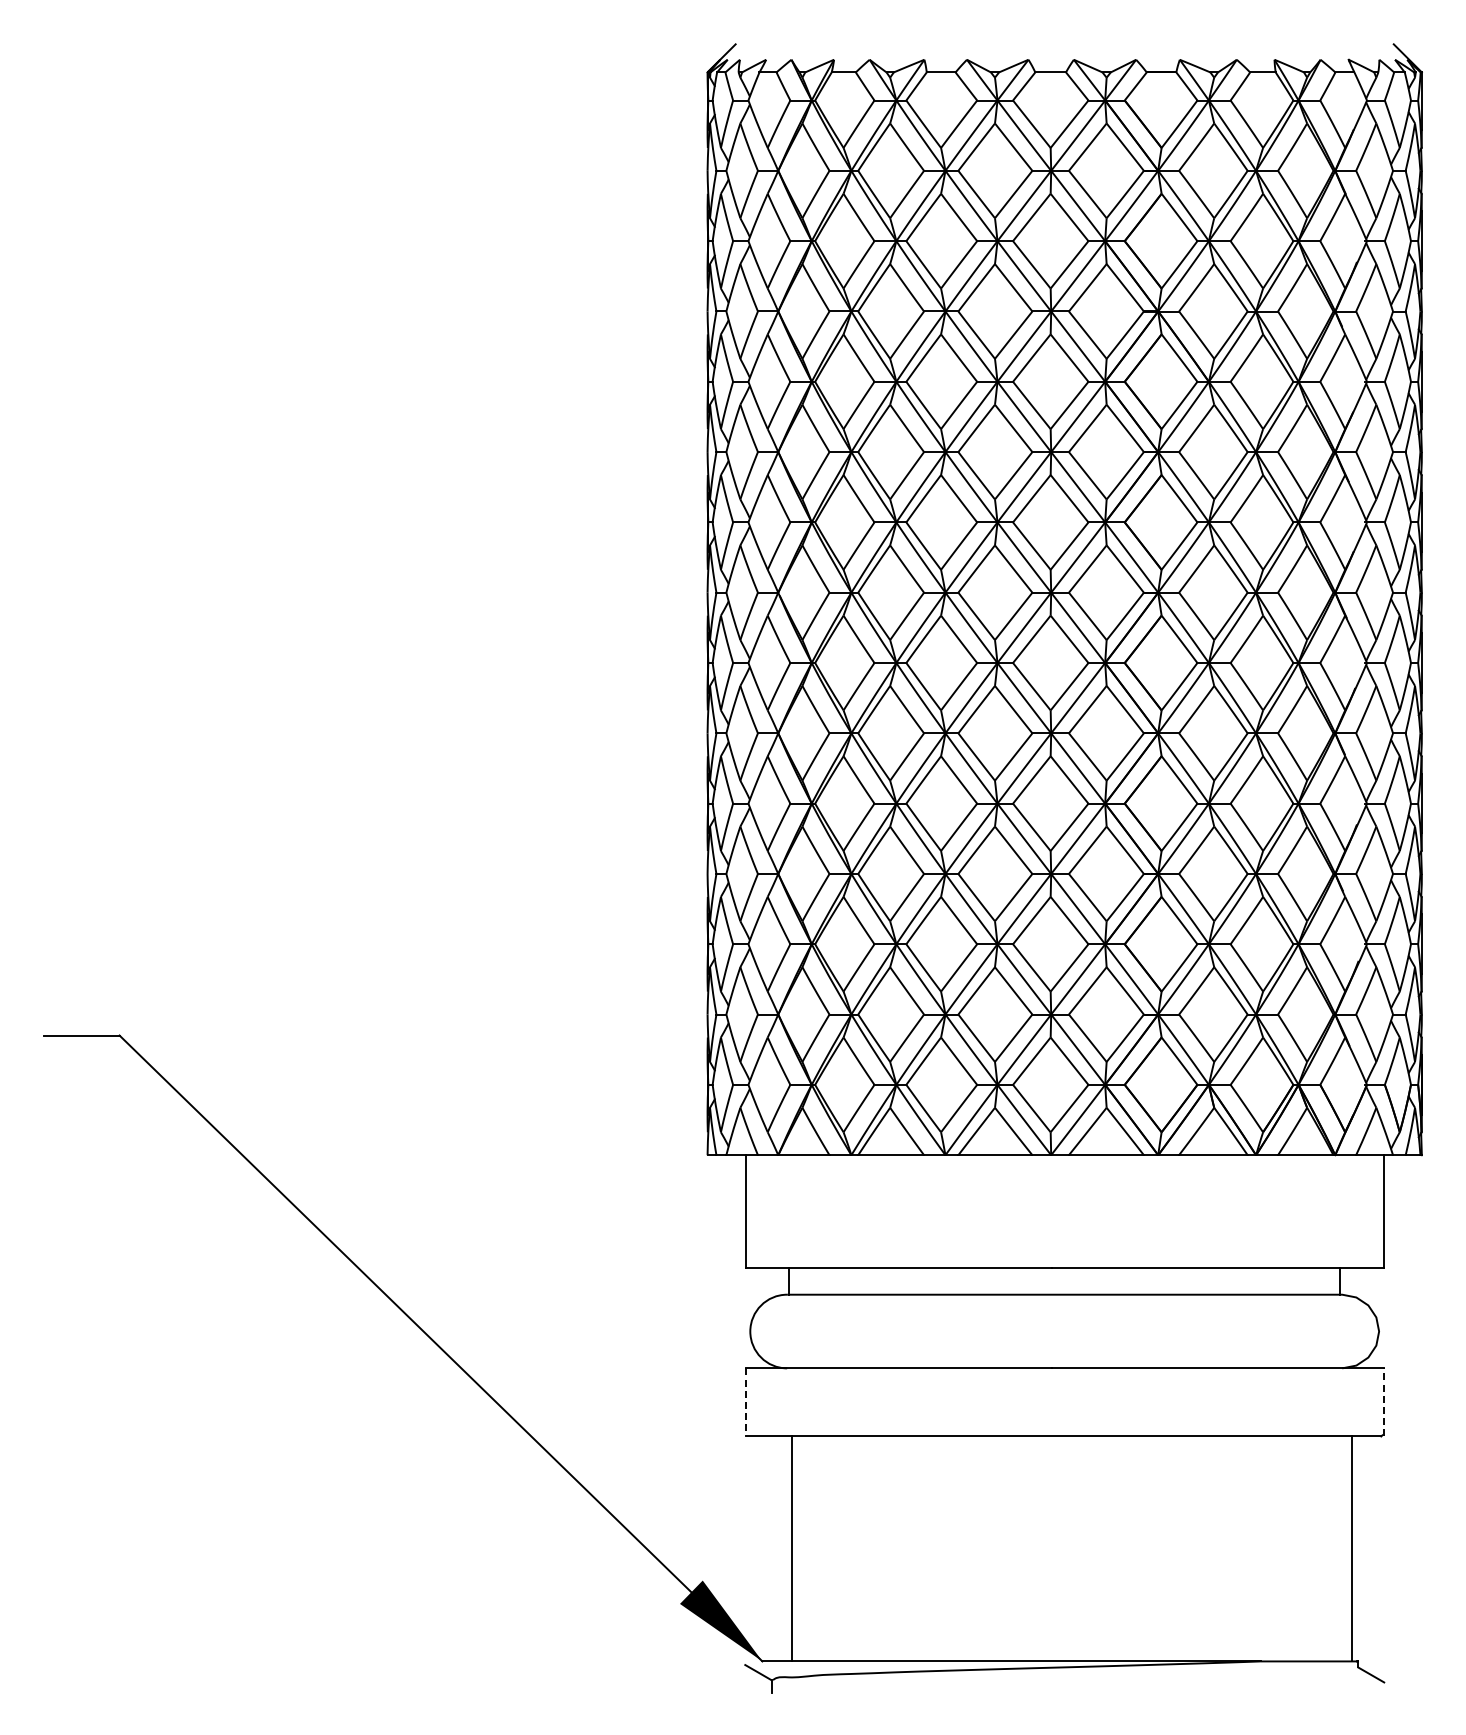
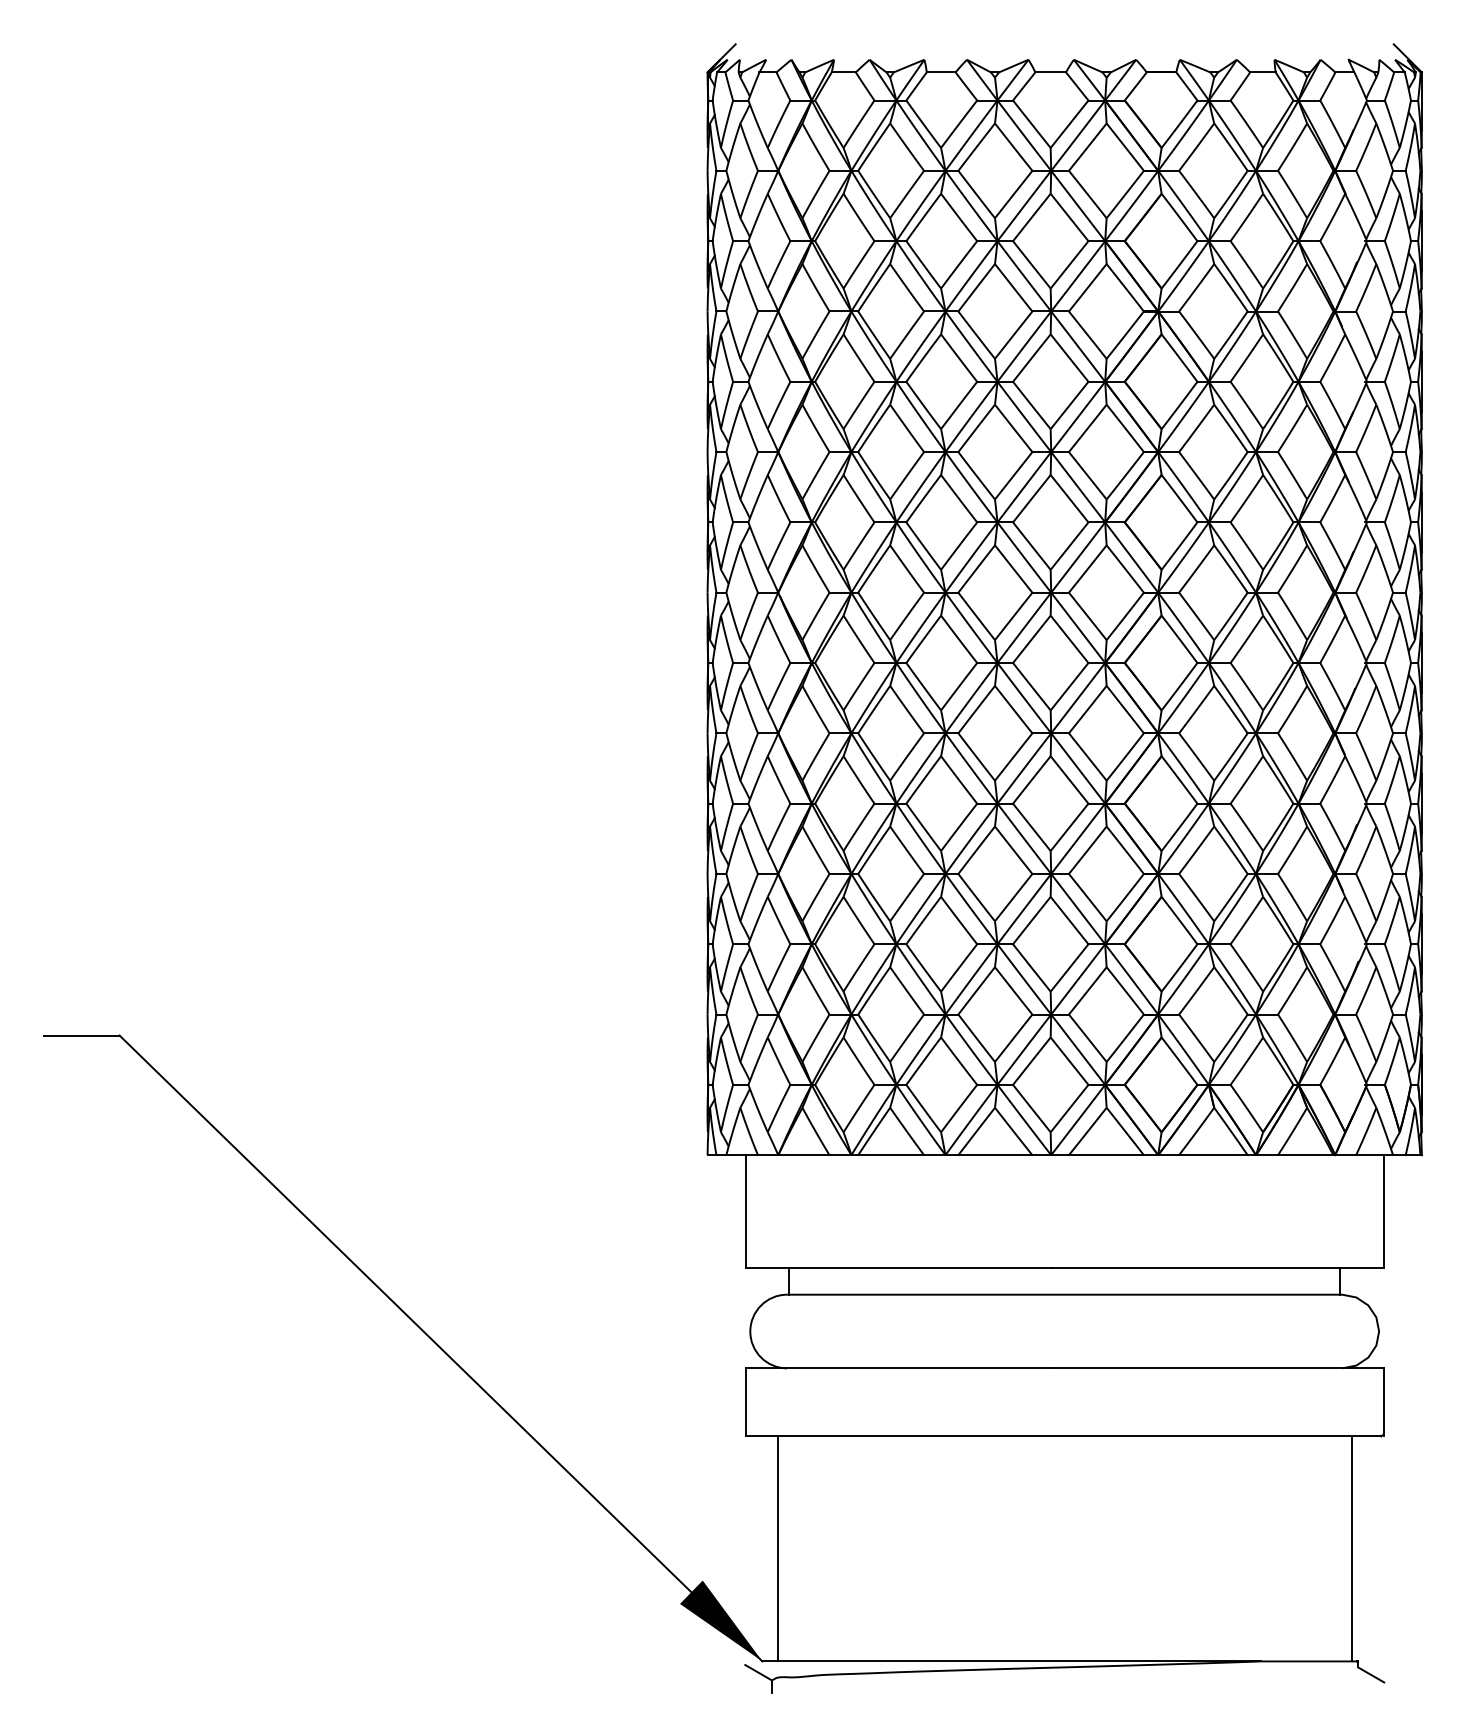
line at (1383, 1401): dashed -> solid
line at (745, 1402): dashed -> solid
line at (791, 1548) position: (791, 1548) -> (777, 1548)
